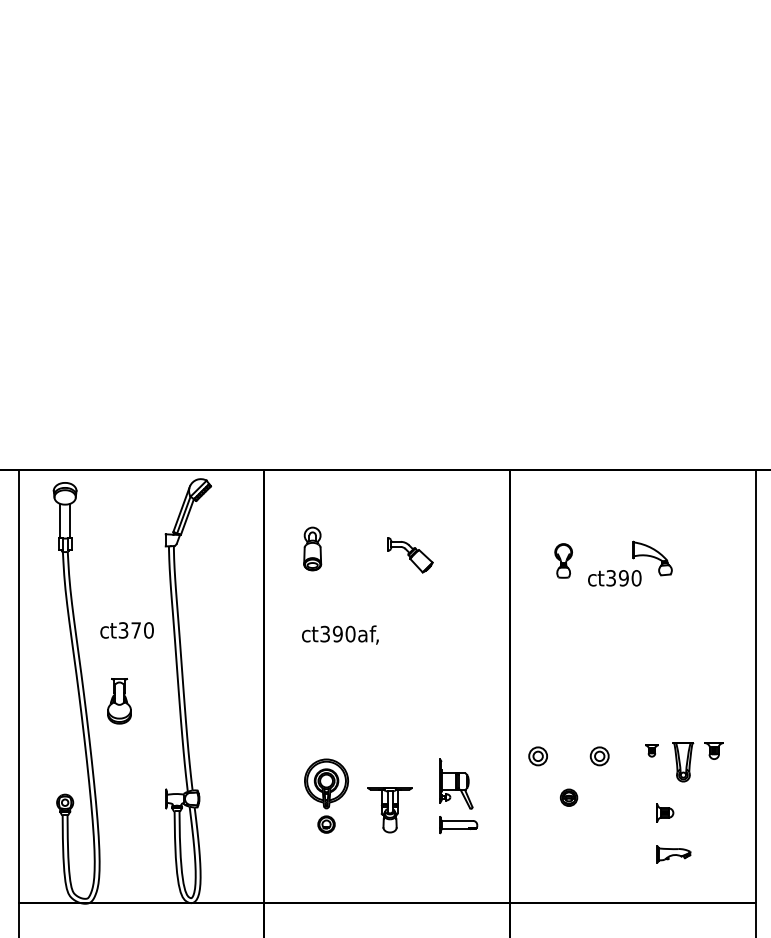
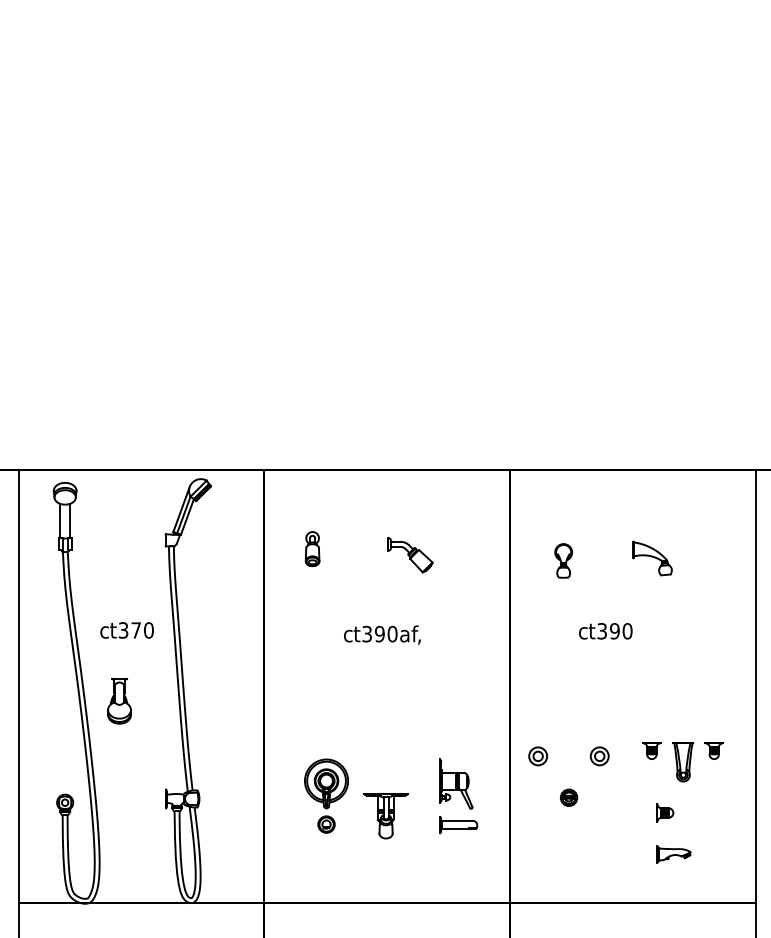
part at (312, 548) size: 20x46 px -> 17x37 px
text at (614, 578) position: (614, 578) -> (605, 631)
text at (340, 634) position: (340, 634) -> (382, 634)
part at (651, 750) size: 14x14 px -> 20x18 px
part at (389, 810) position: (389, 810) -> (385, 816)
